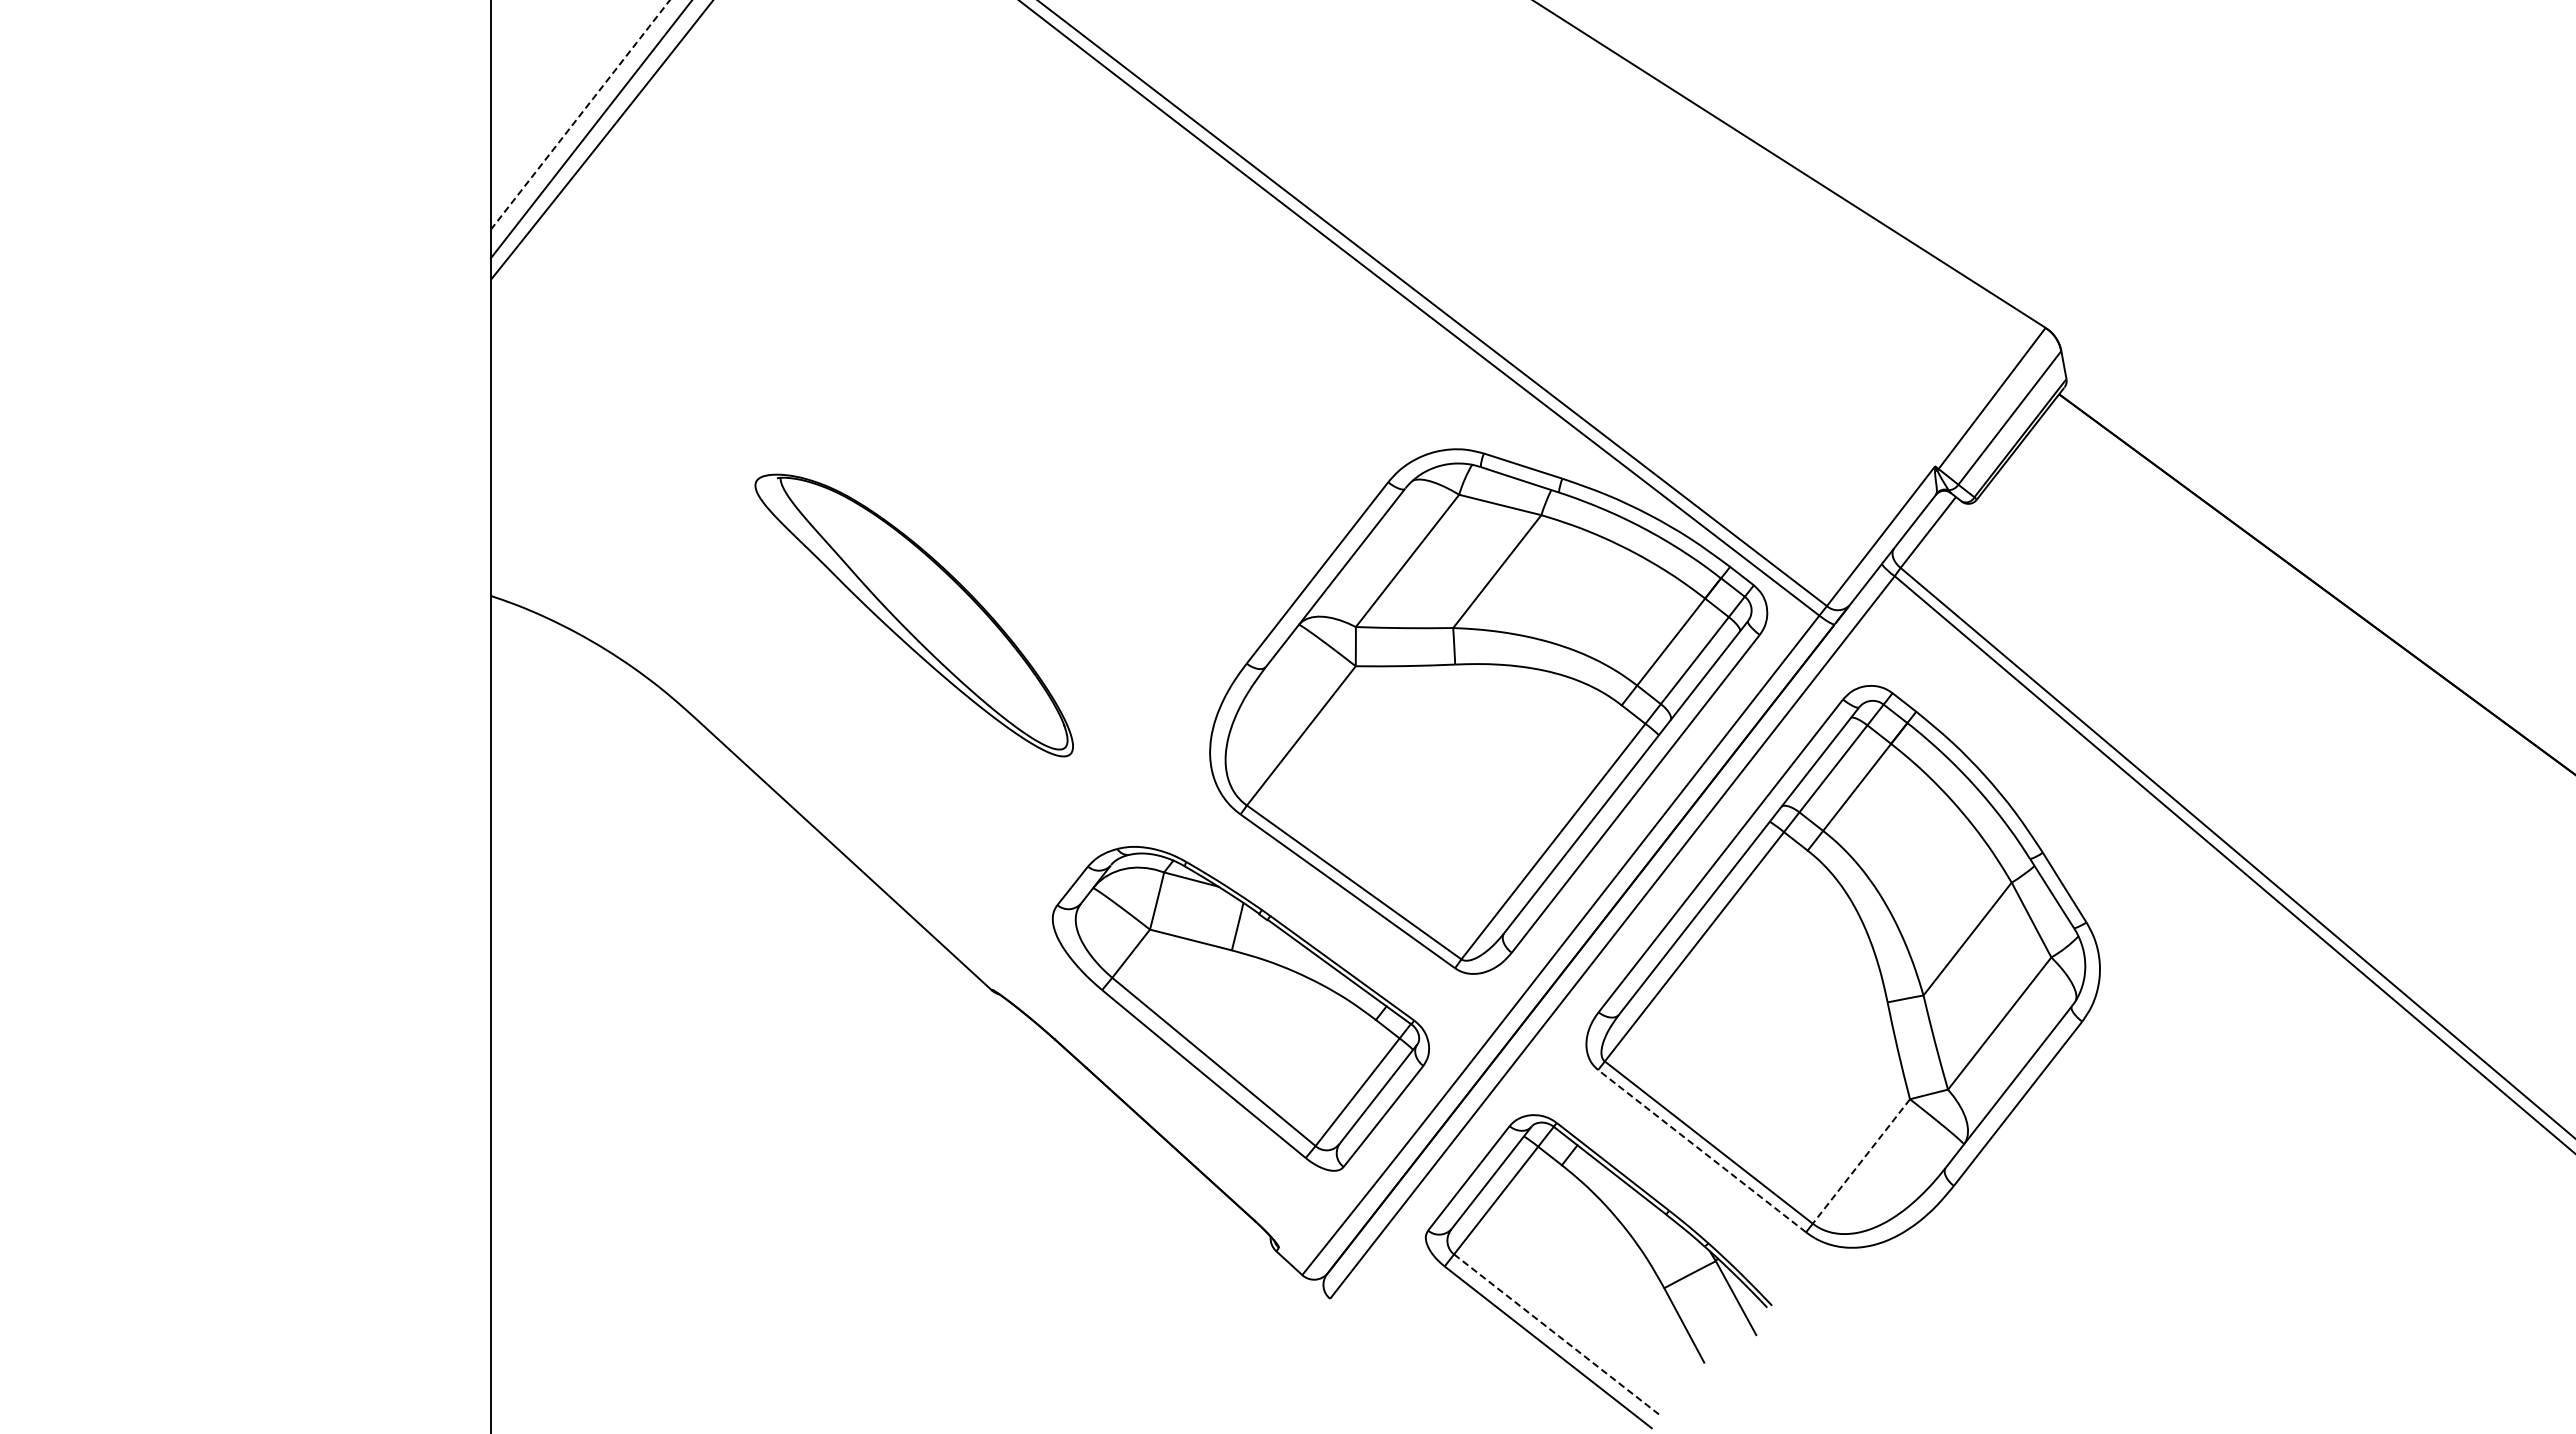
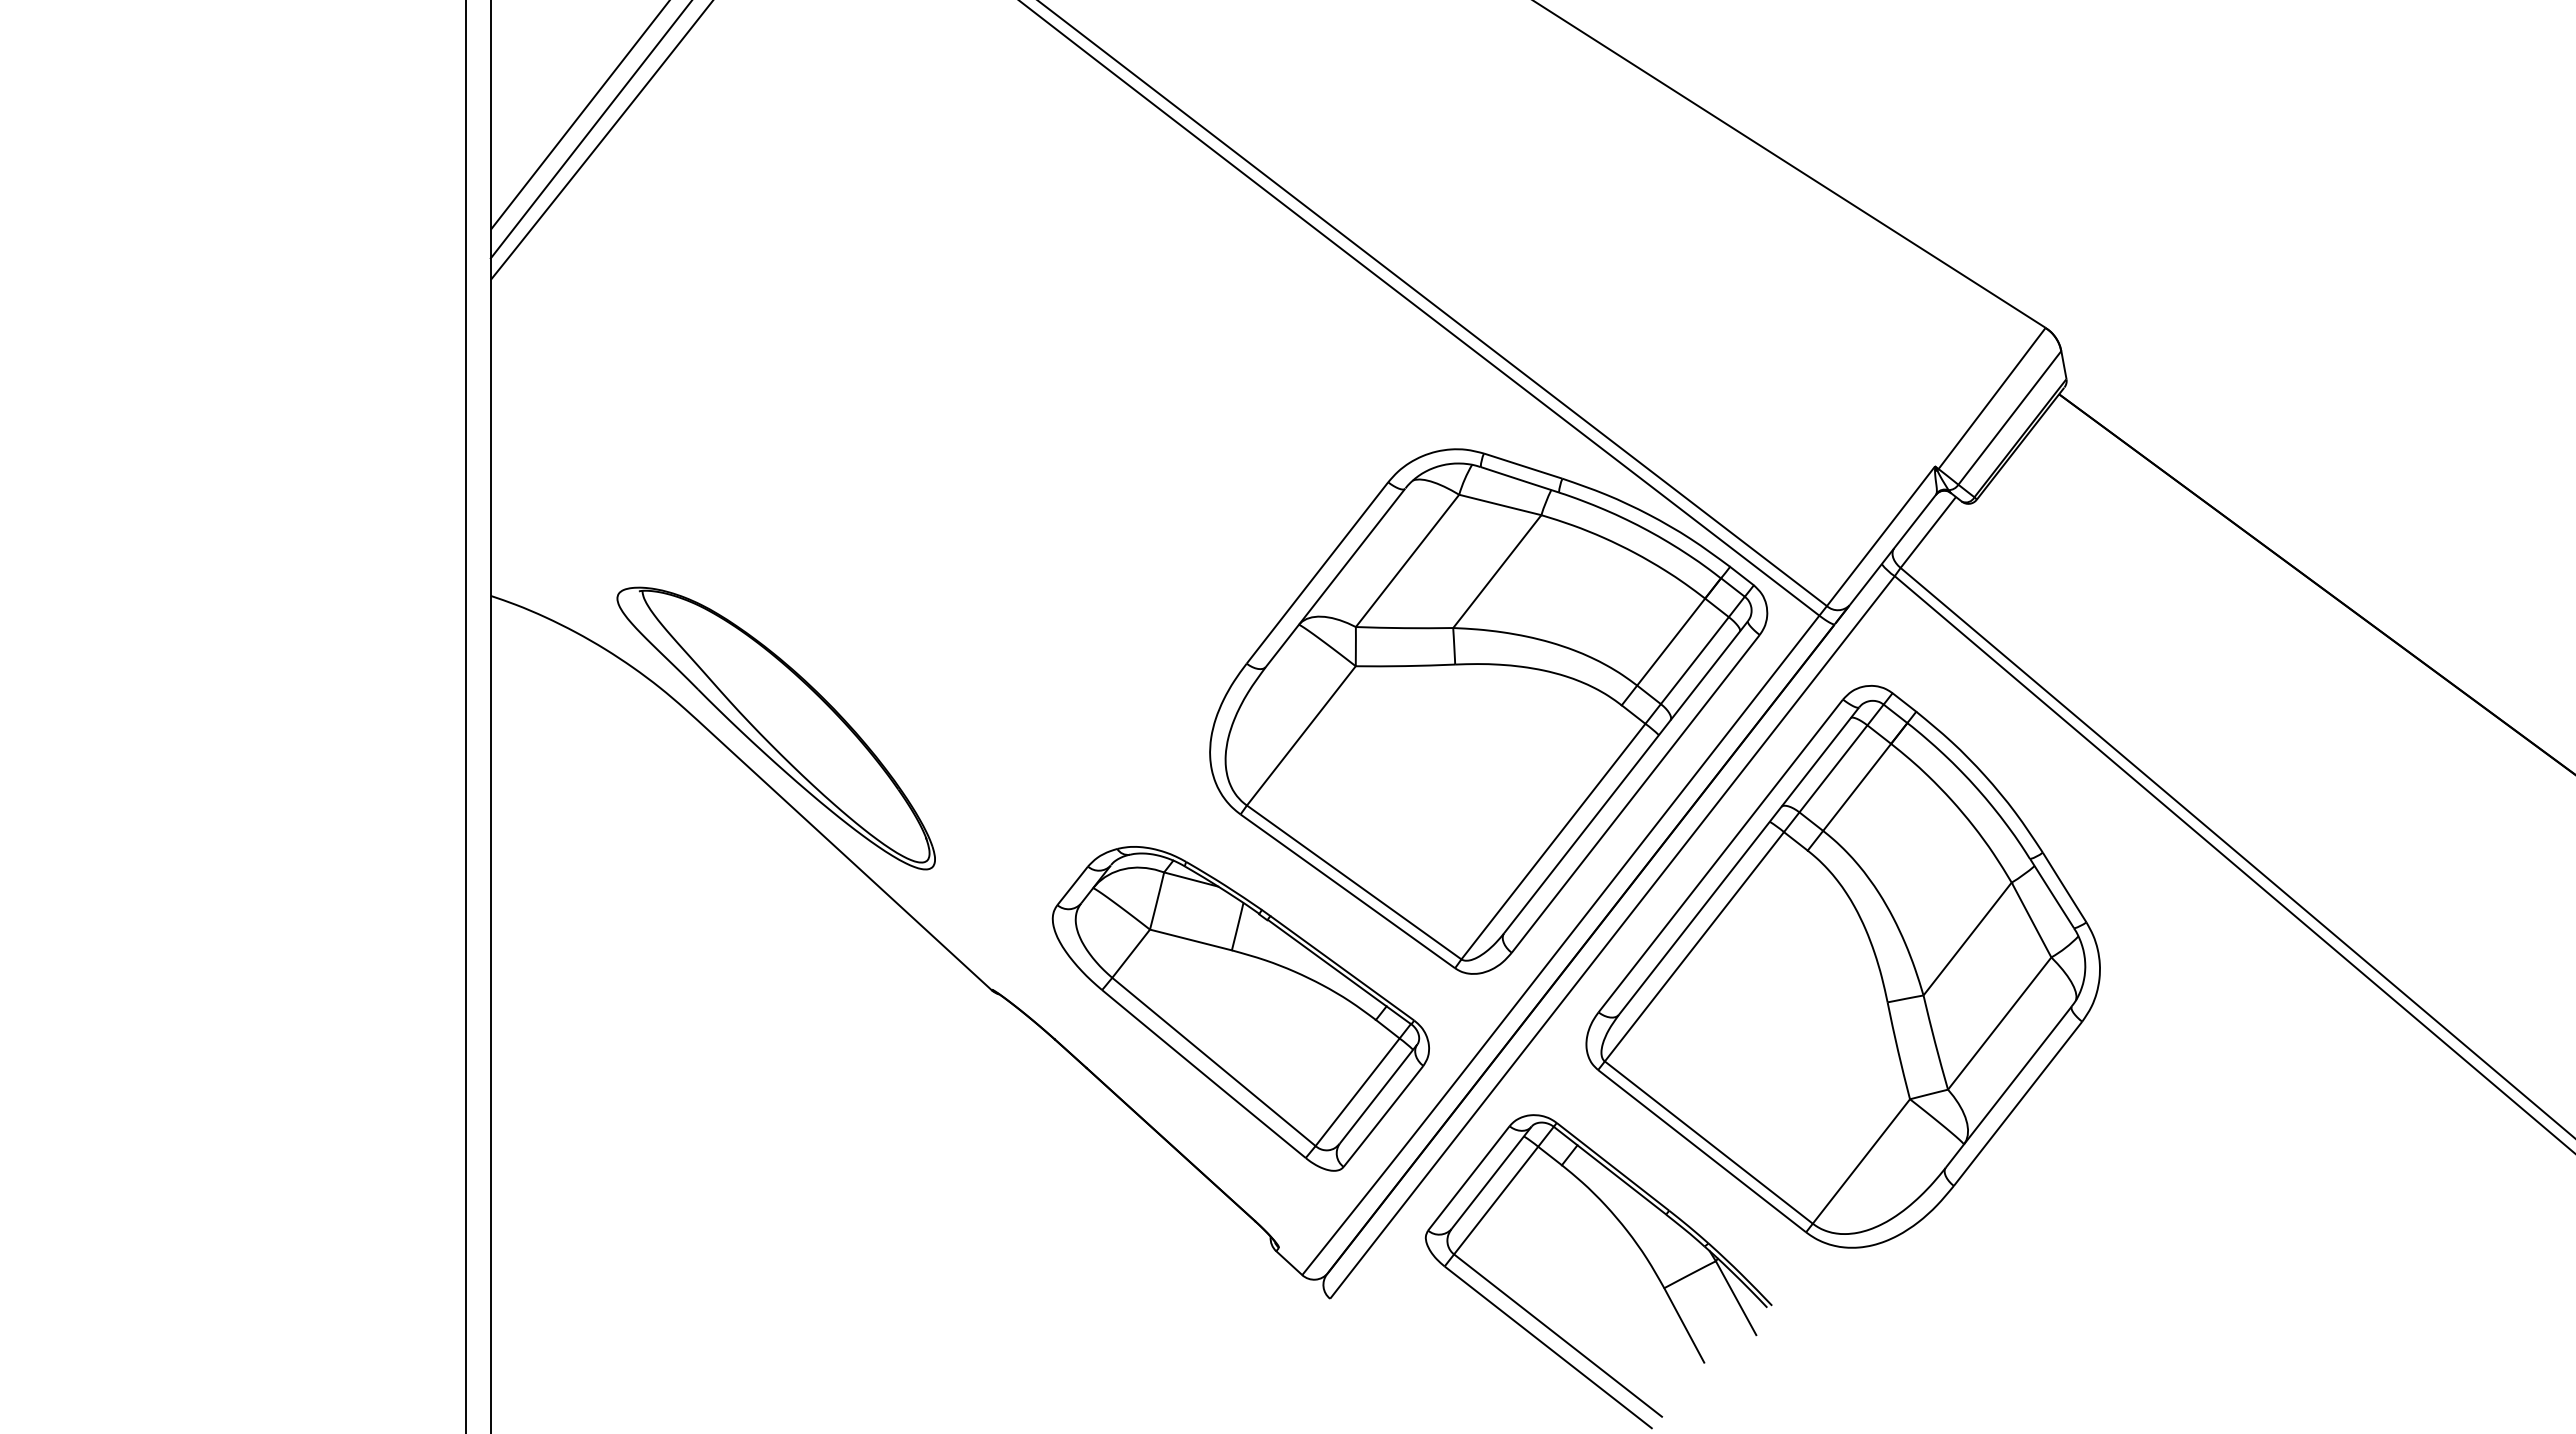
line at (580, 115): dashed -> solid
part at (913, 615) position: (913, 615) -> (775, 728)
line at (466, 716): none -> present
line at (1702, 1151): dashed -> solid
line at (1861, 1161): dashed -> solid
line at (1558, 1335): dashed -> solid
